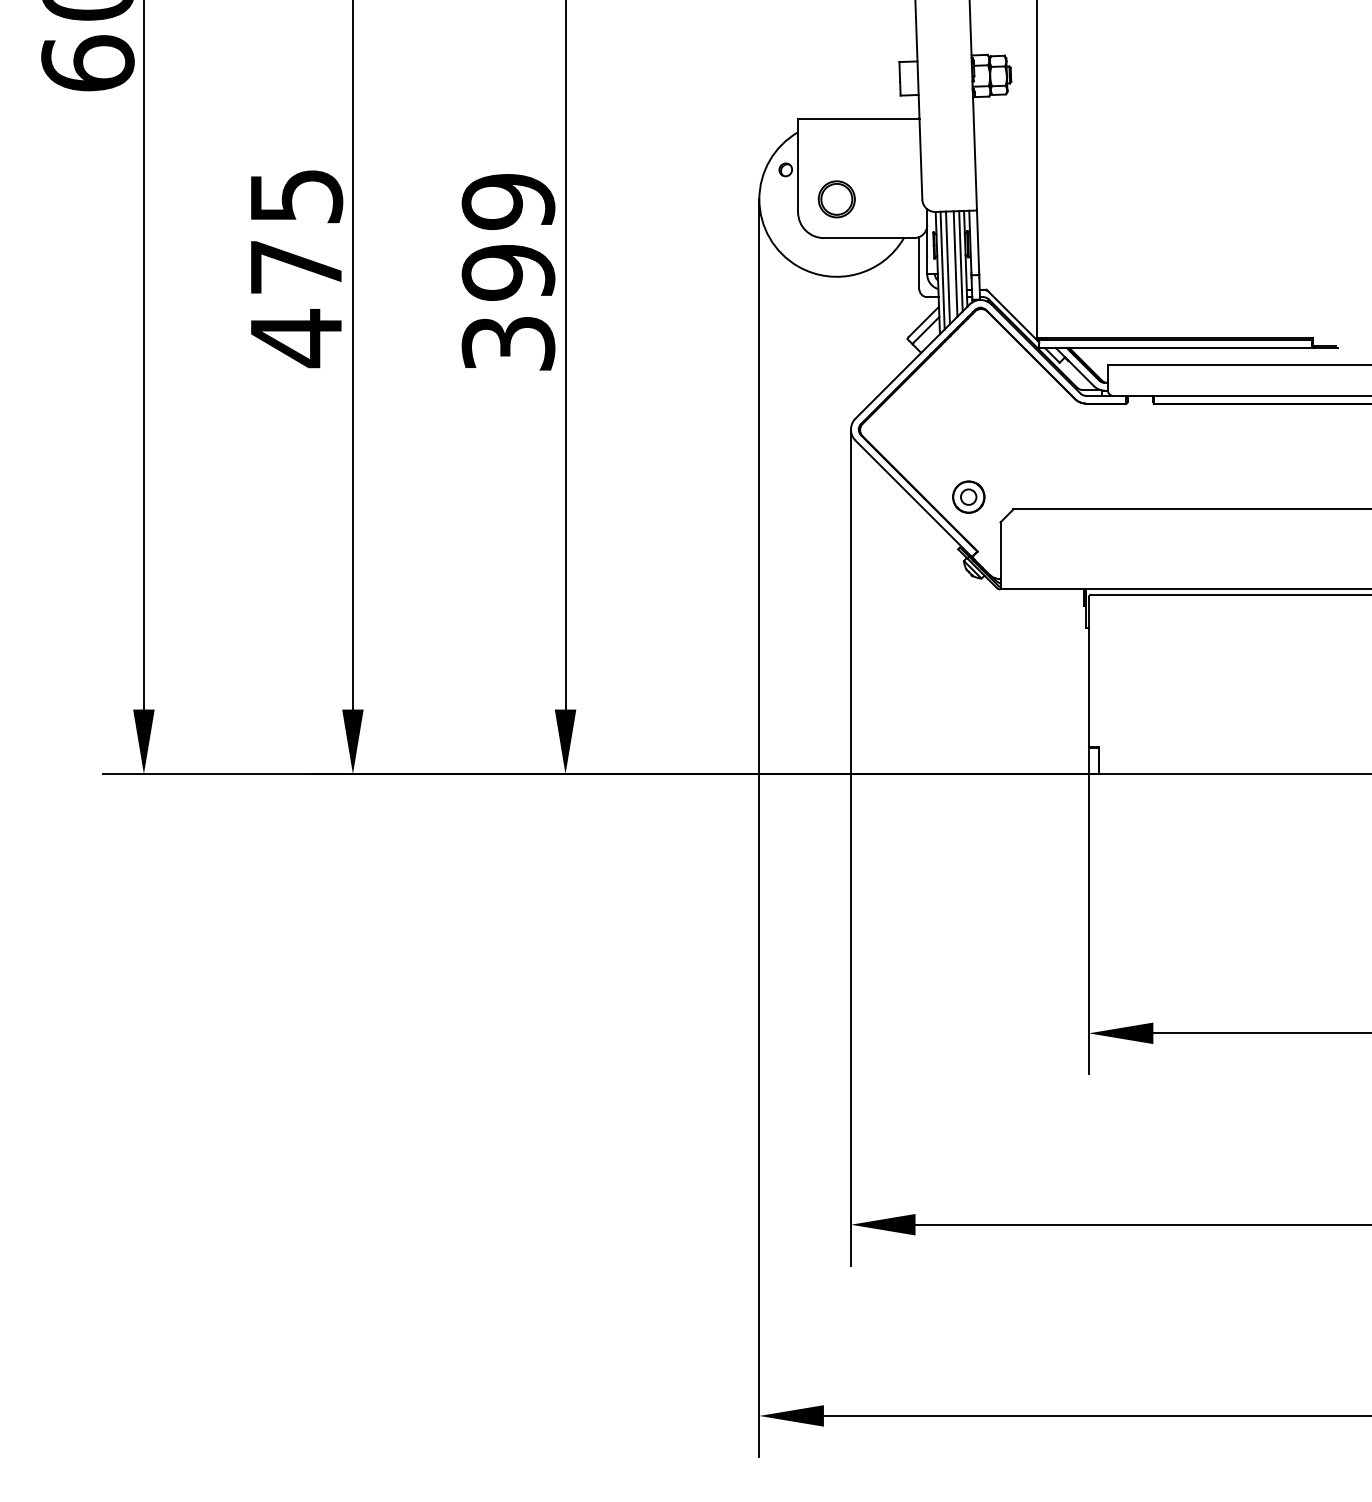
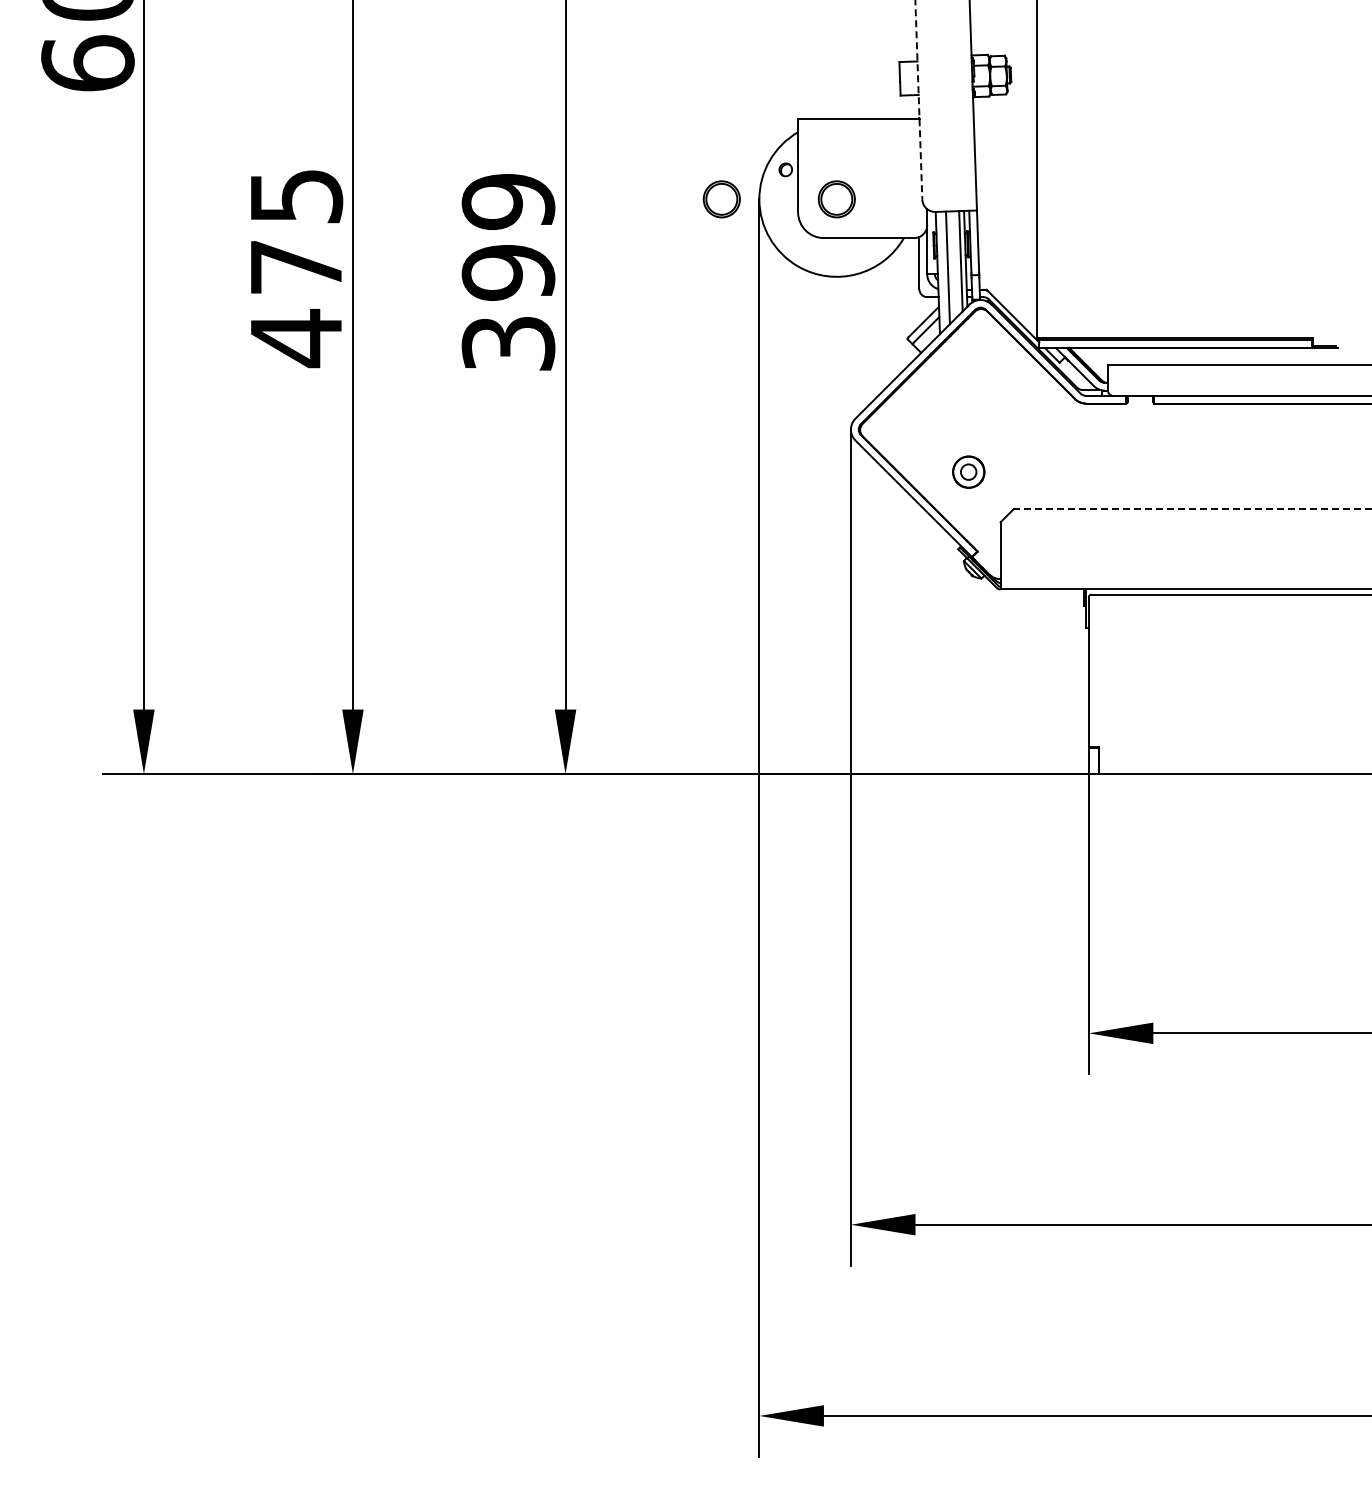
line at (918, 99): solid -> dashed
part at (721, 199): none -> present
line at (955, 263): present -> none
line at (942, 270): present -> none
part at (968, 496) position: (968, 496) -> (968, 471)
line at (1192, 509): solid -> dashed
